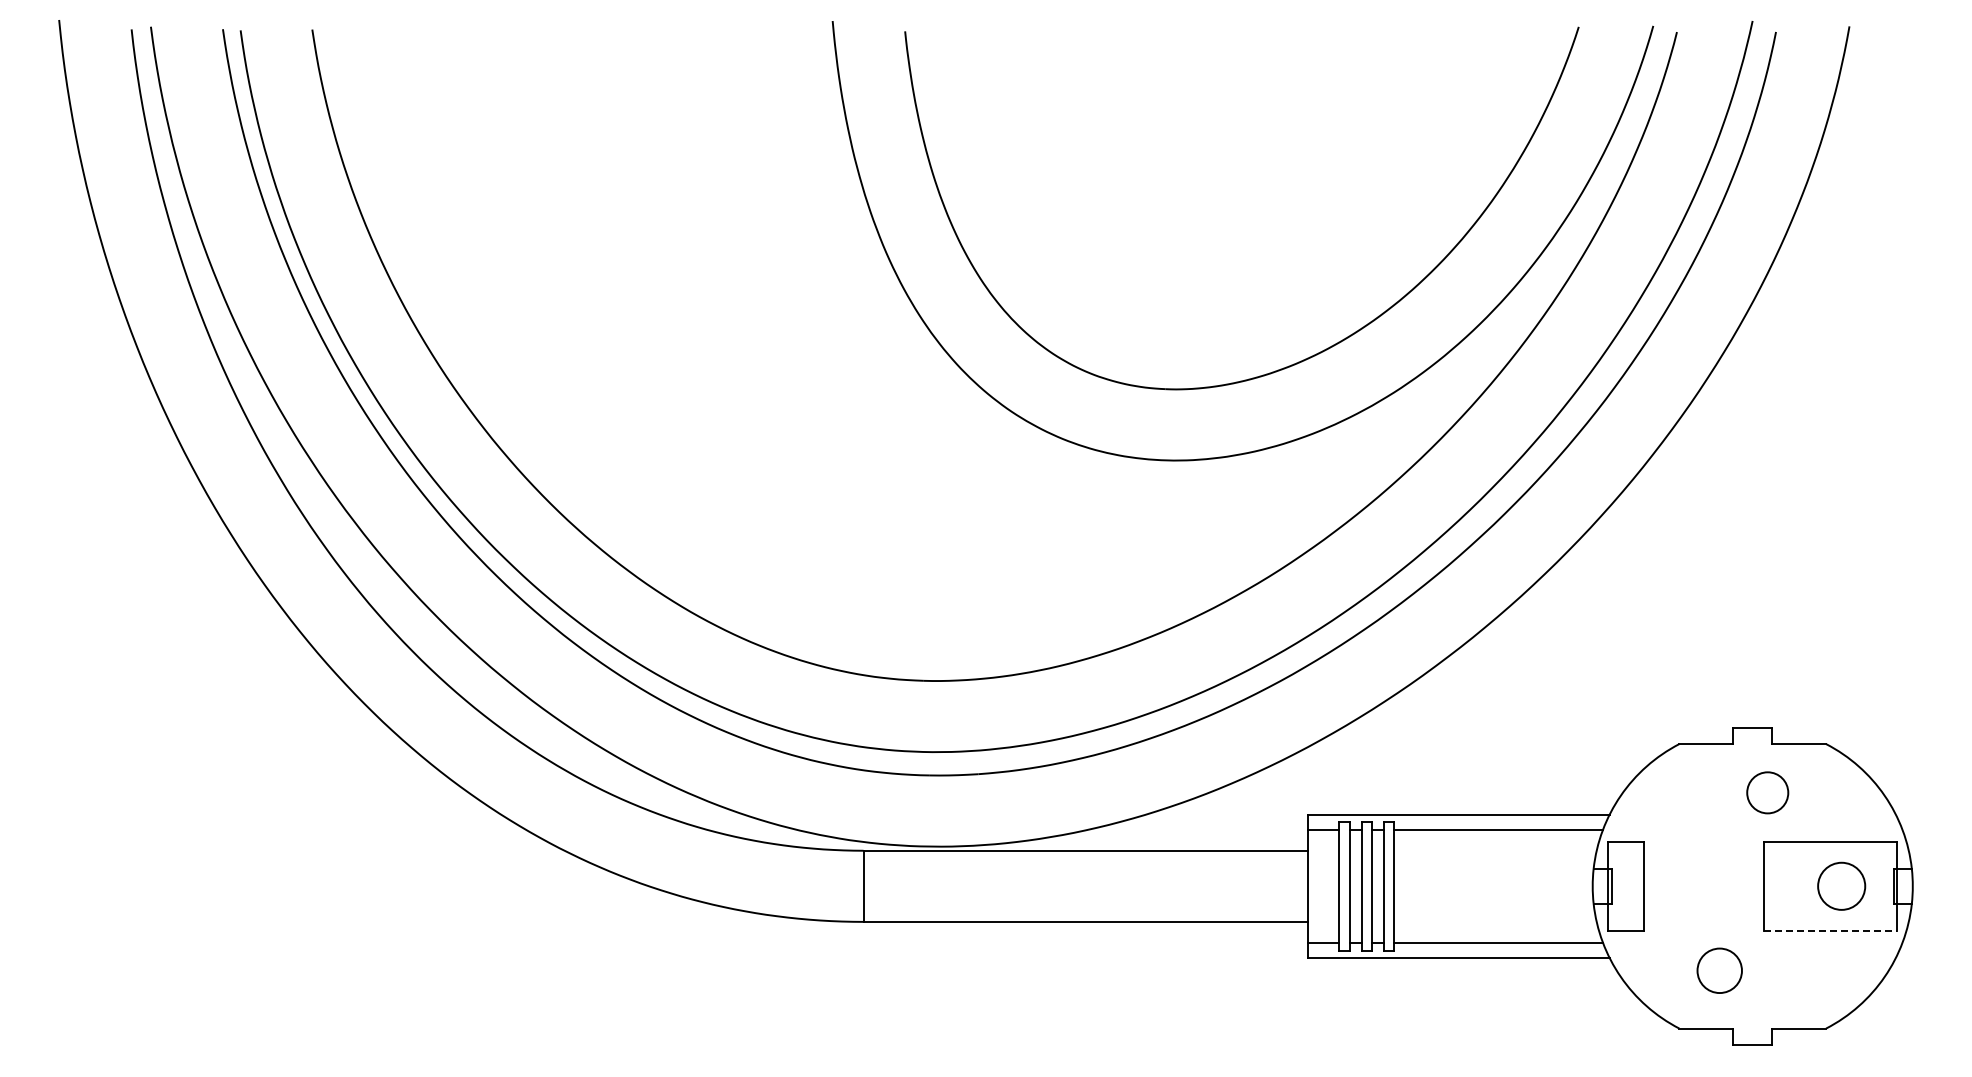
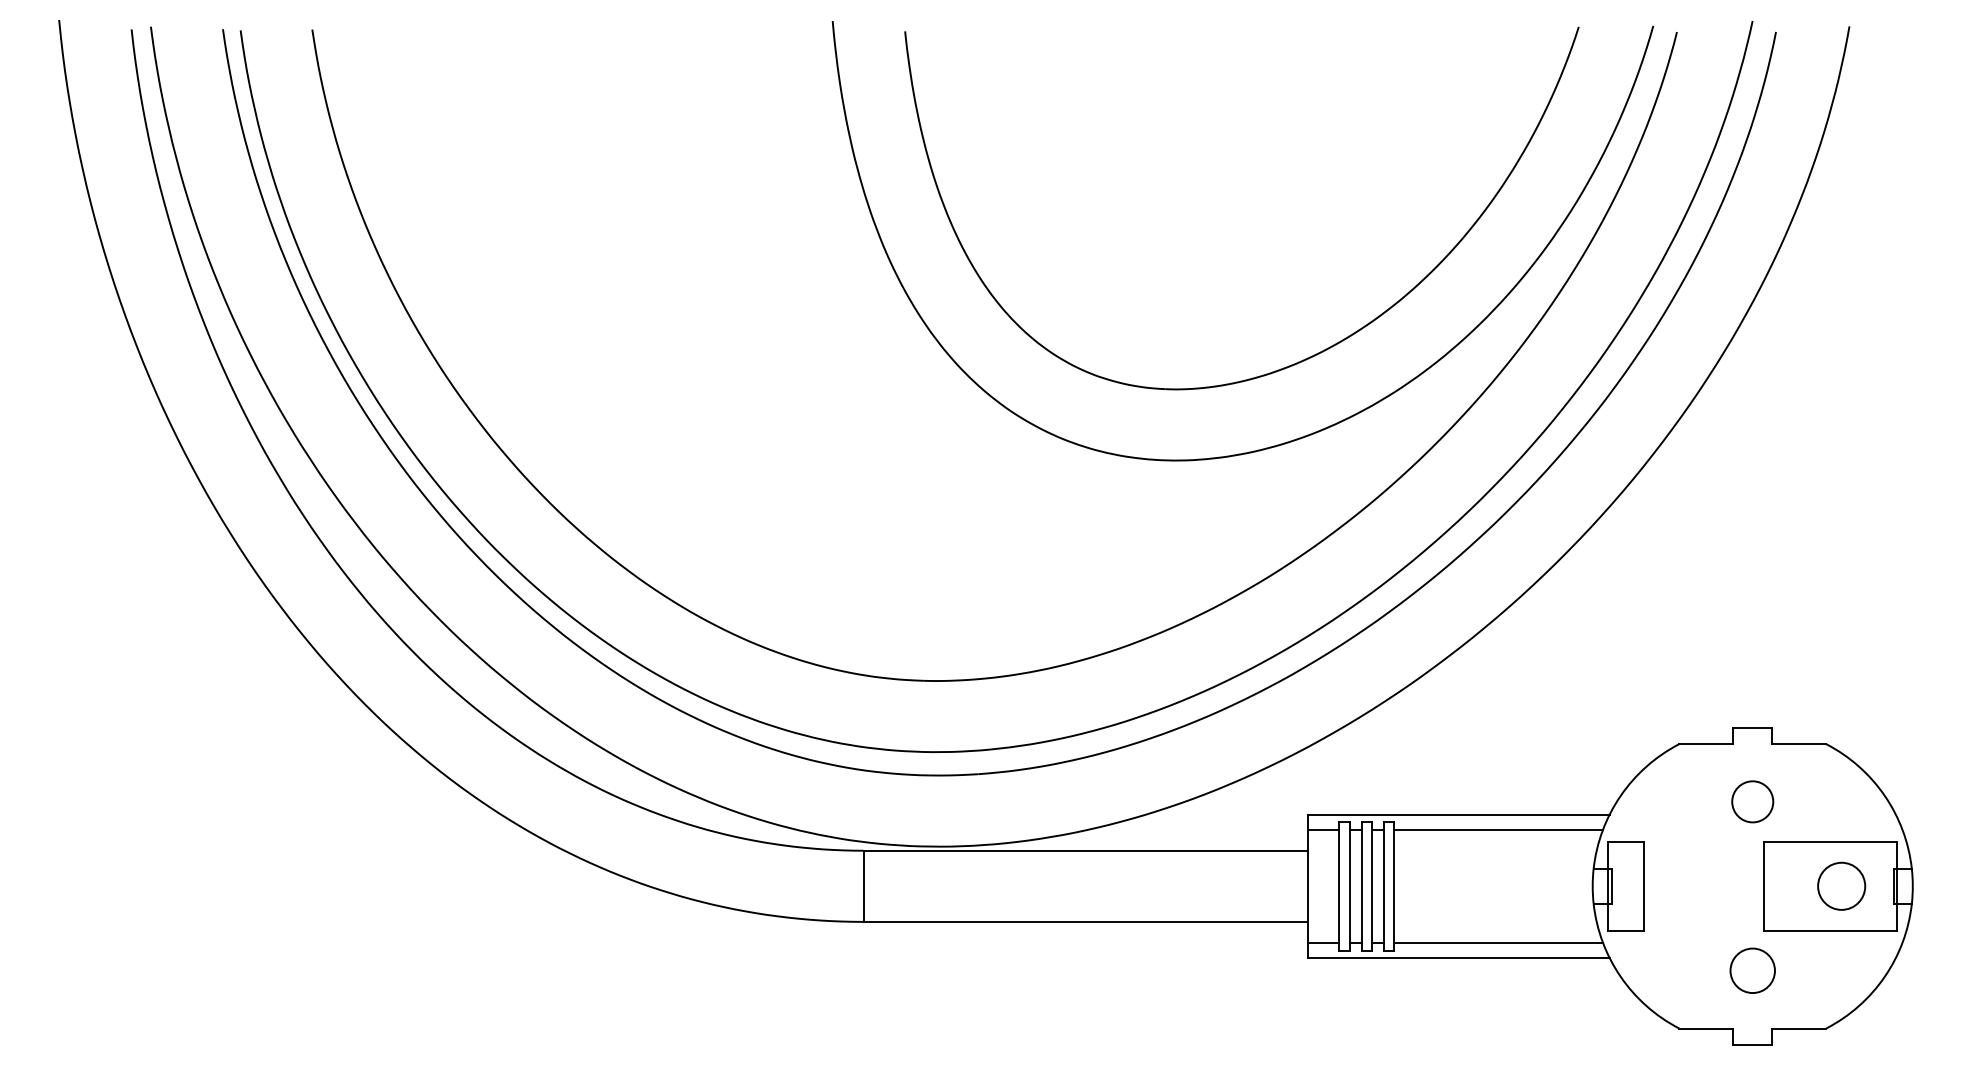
circle at (1767, 792) position: (1767, 792) -> (1752, 801)
line at (1830, 930): dashed -> solid
circle at (1719, 970) position: (1719, 970) -> (1752, 970)
